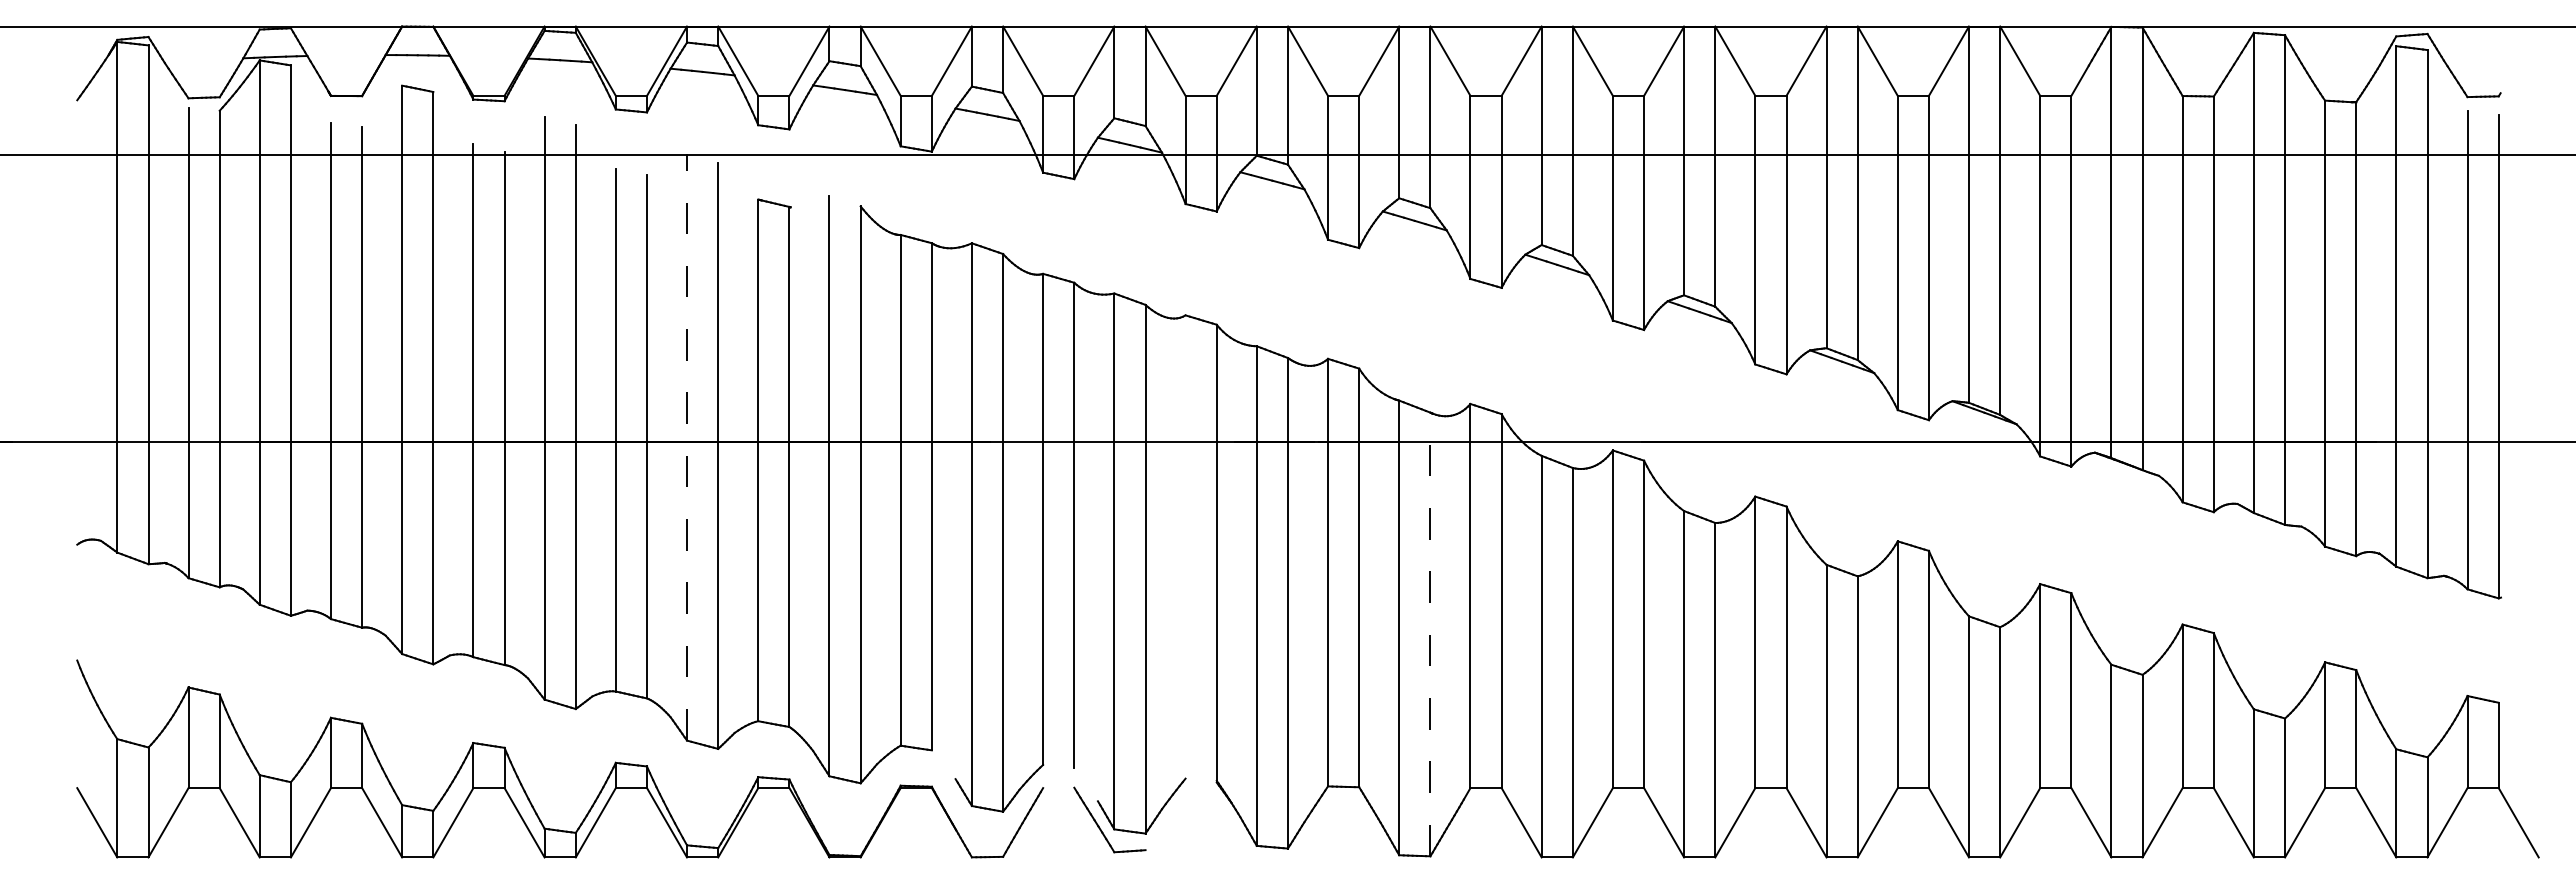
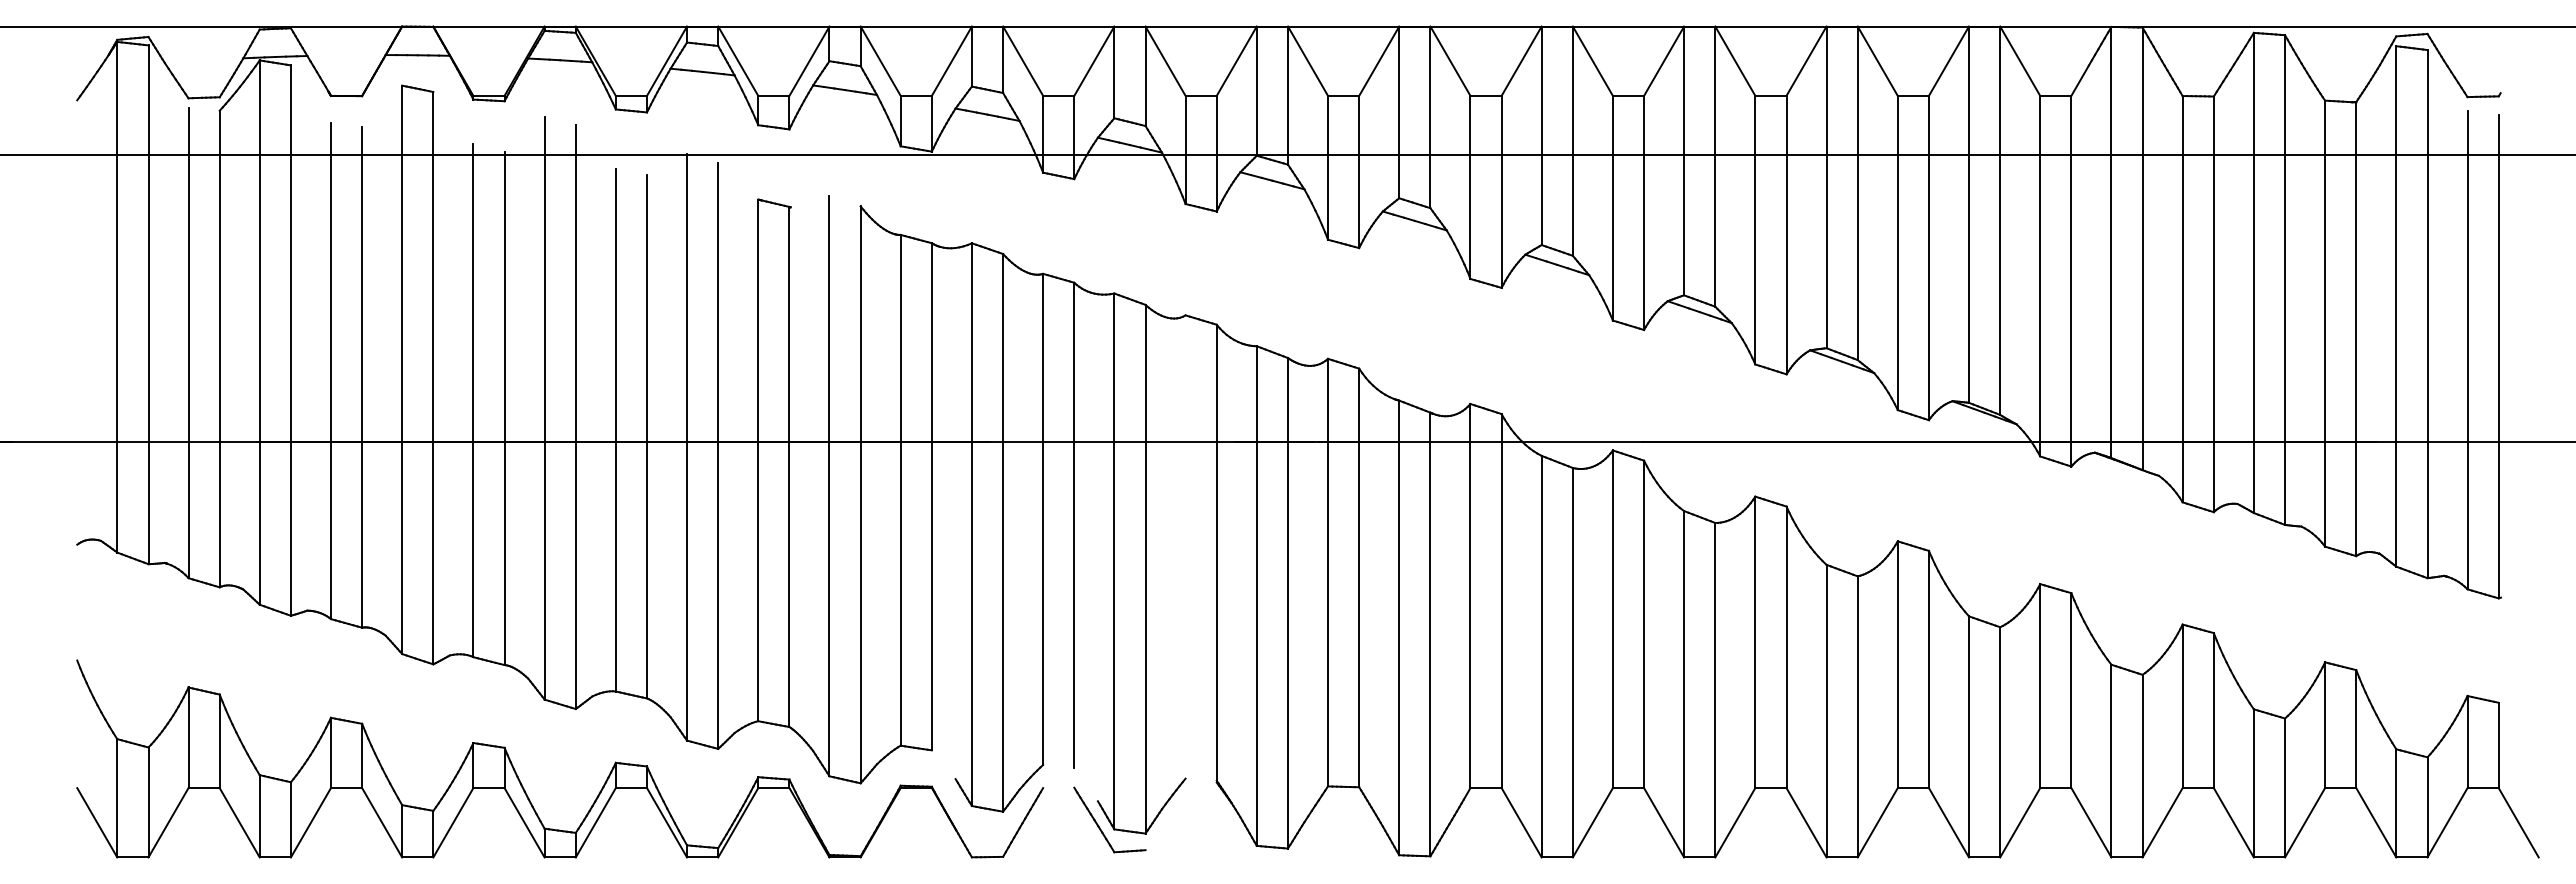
line at (687, 446): dashed -> solid
line at (1430, 634): dashed -> solid
